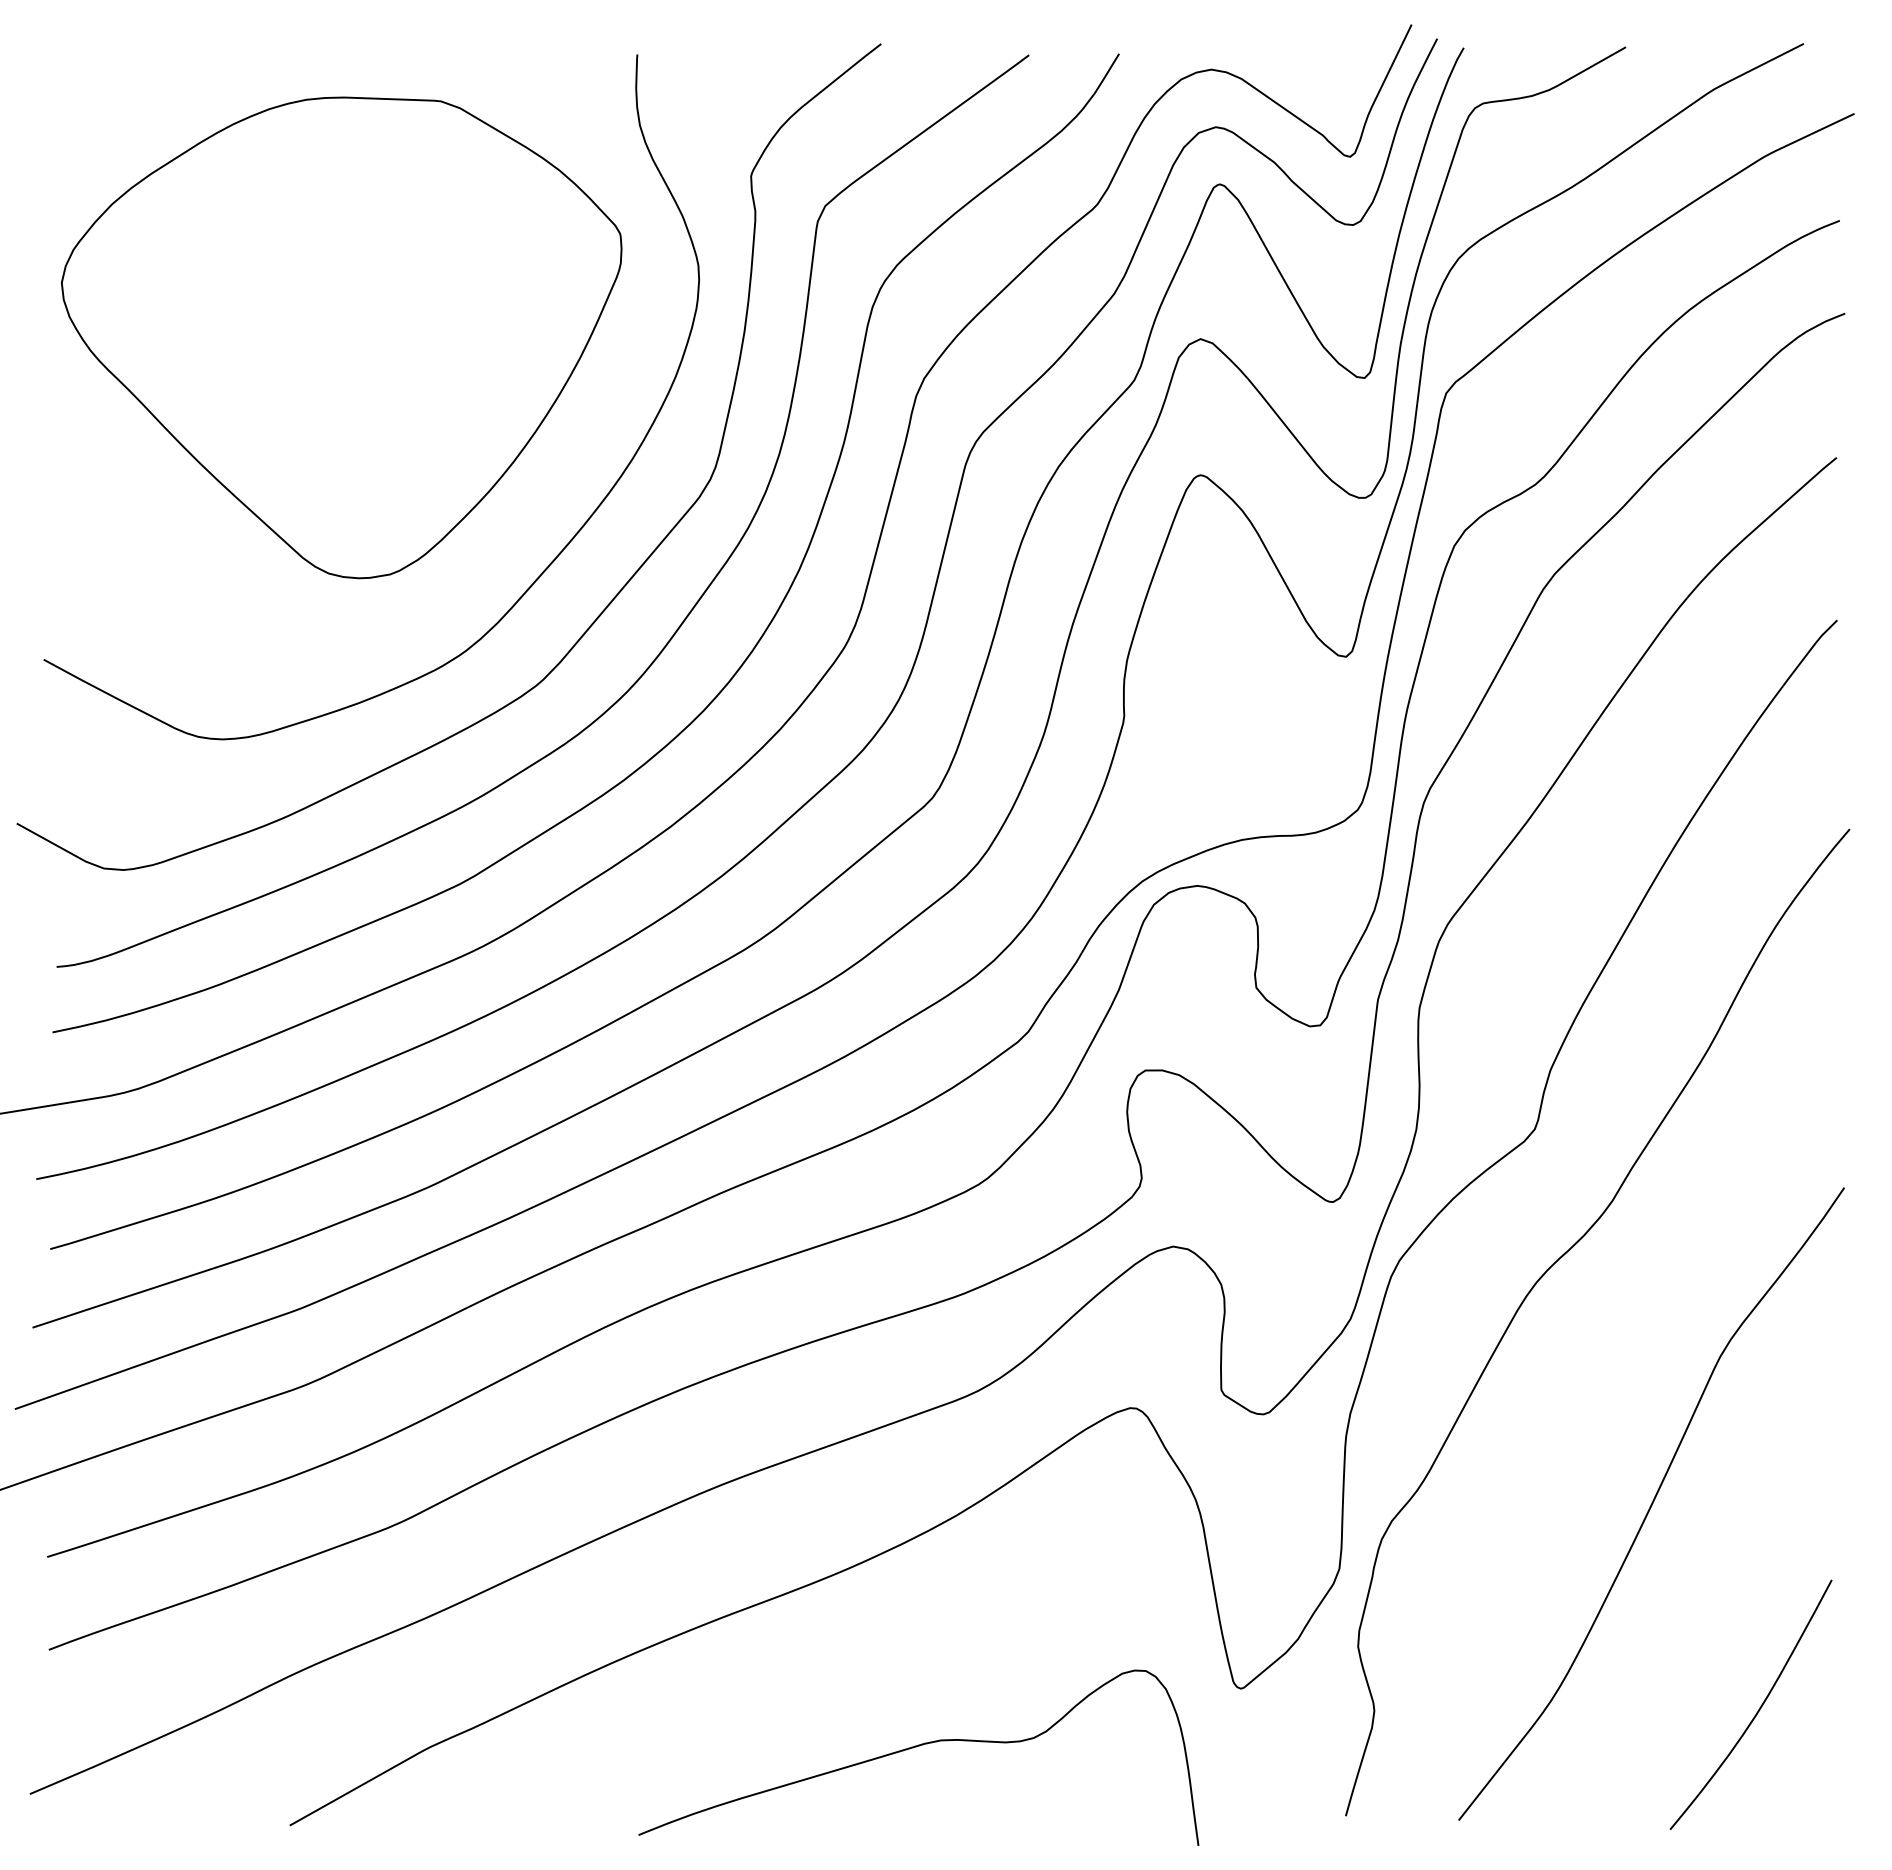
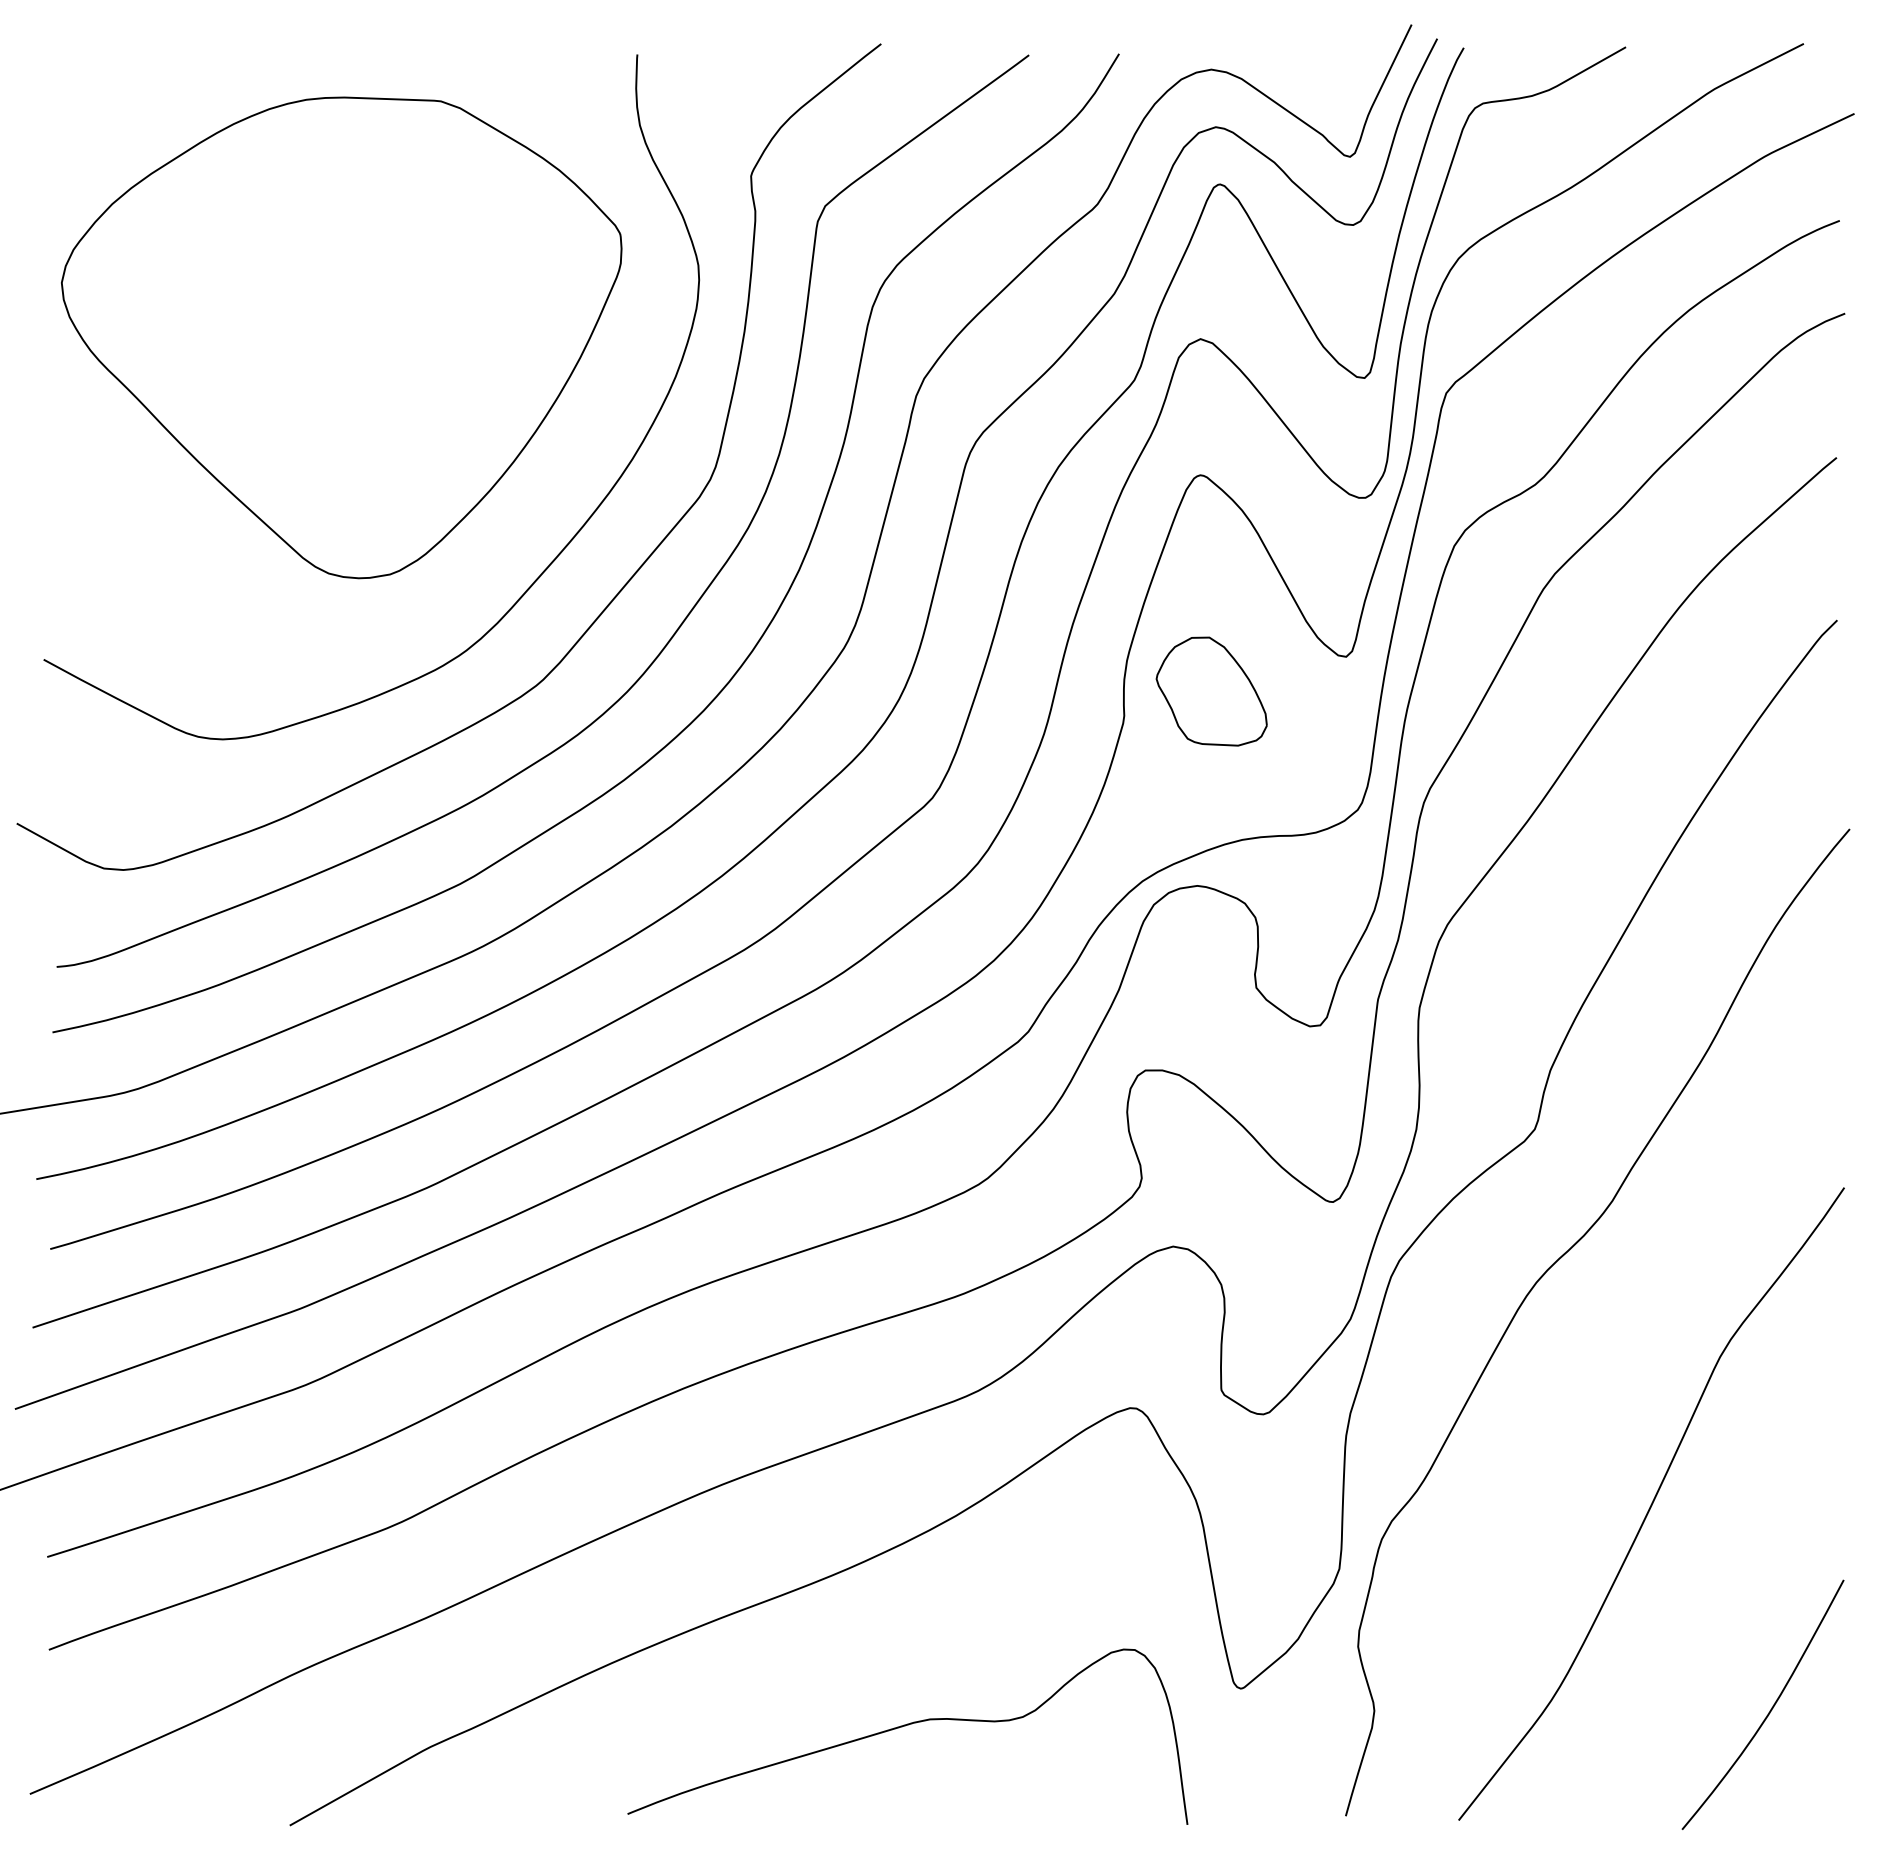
part at (1211, 691): none -> present
curve at (1757, 1710) position: (1757, 1710) -> (1769, 1710)
curve at (916, 1747) position: (916, 1747) -> (905, 1726)
